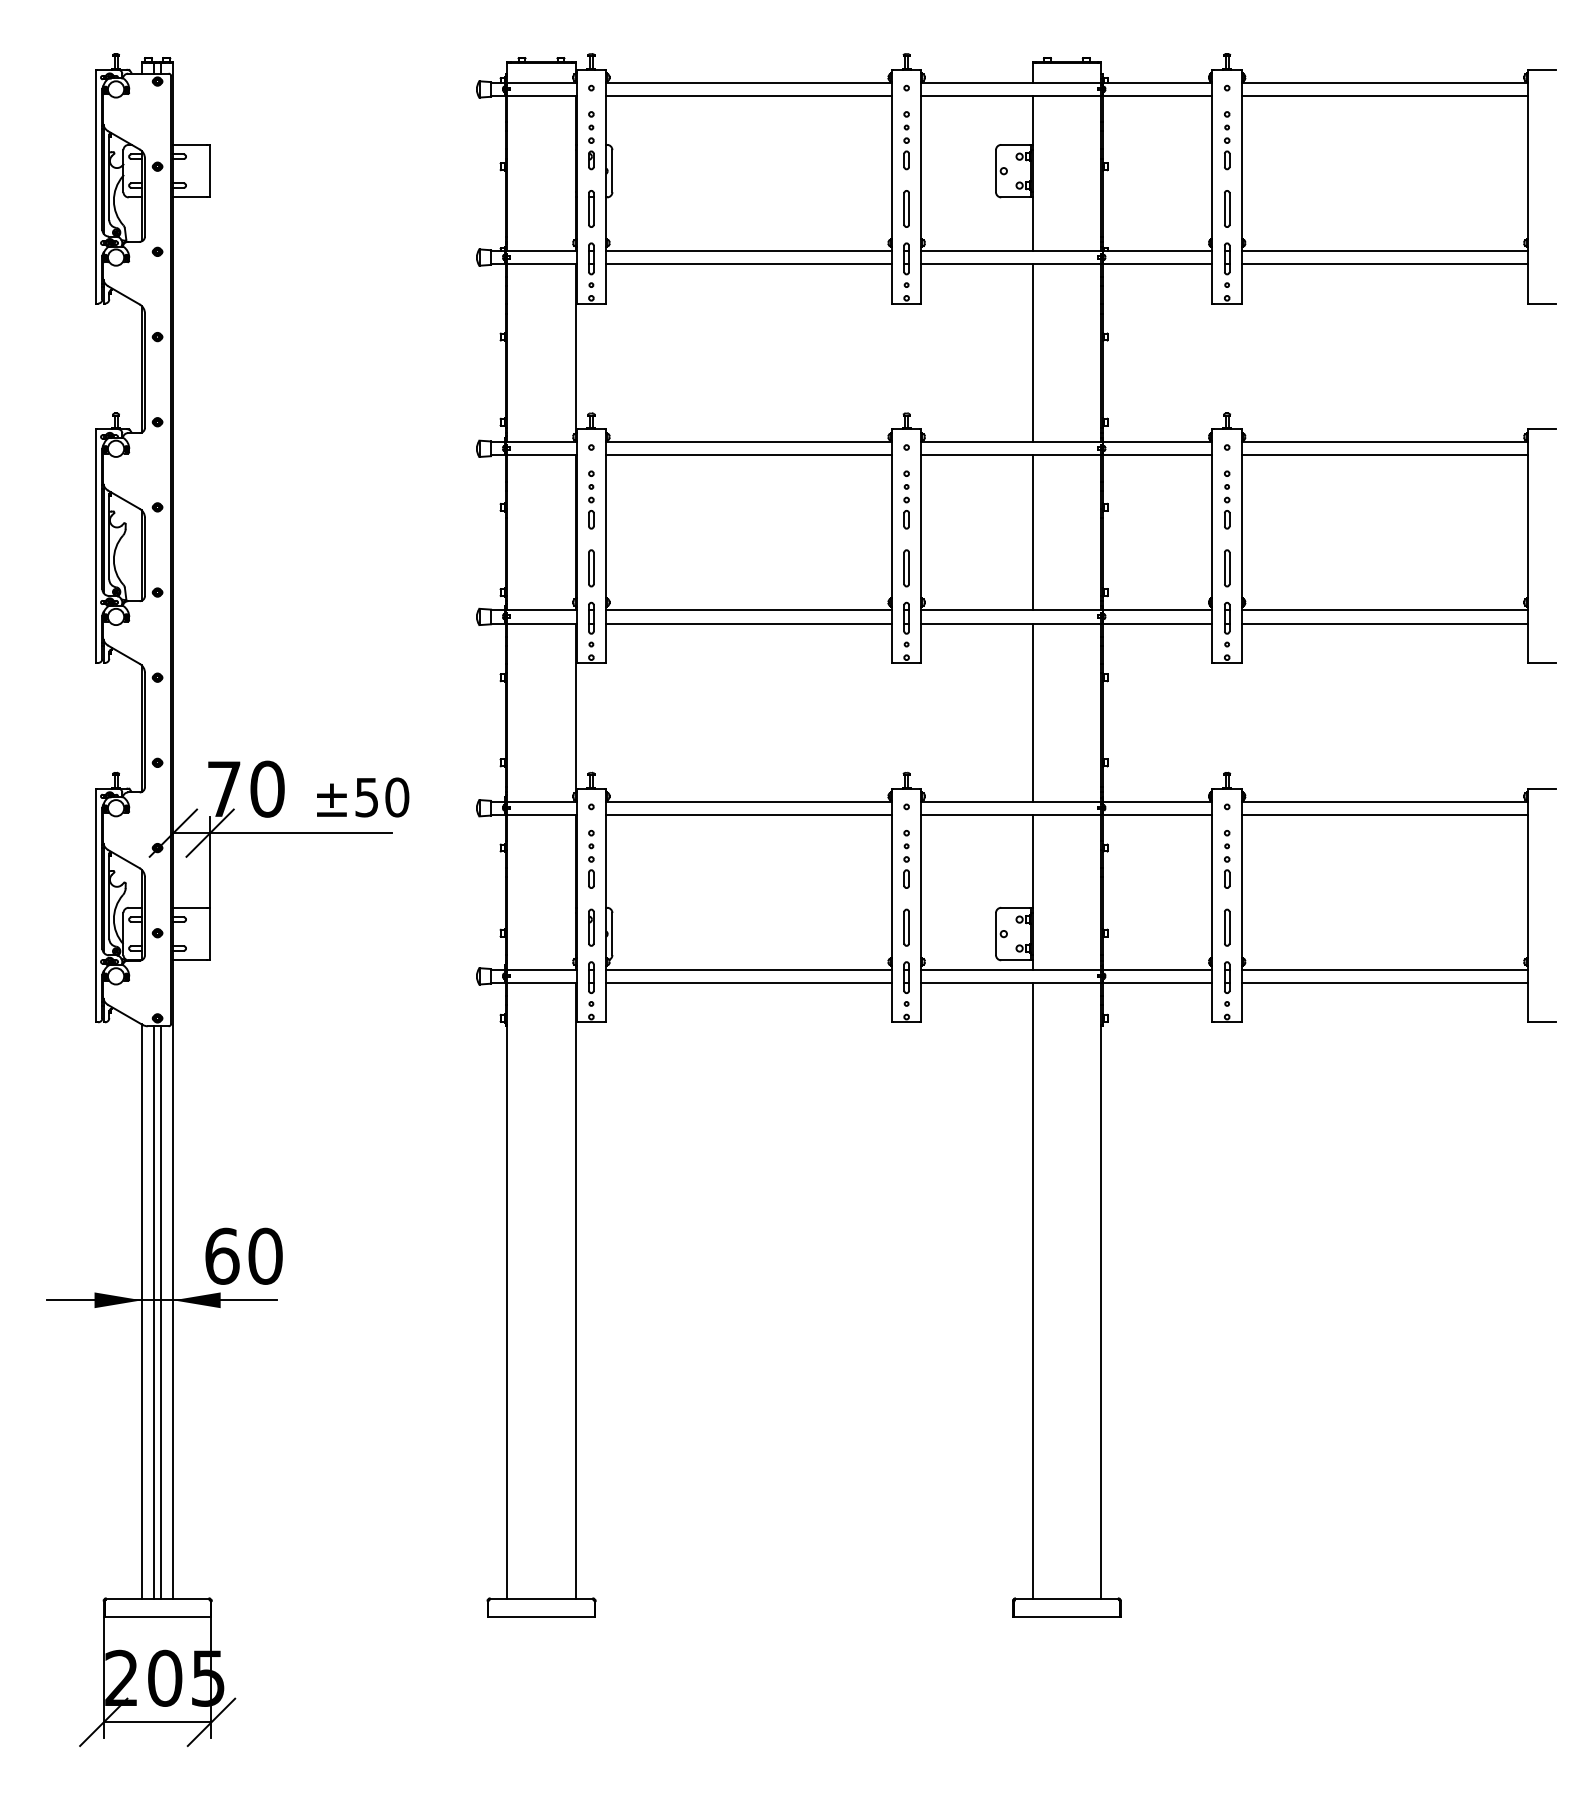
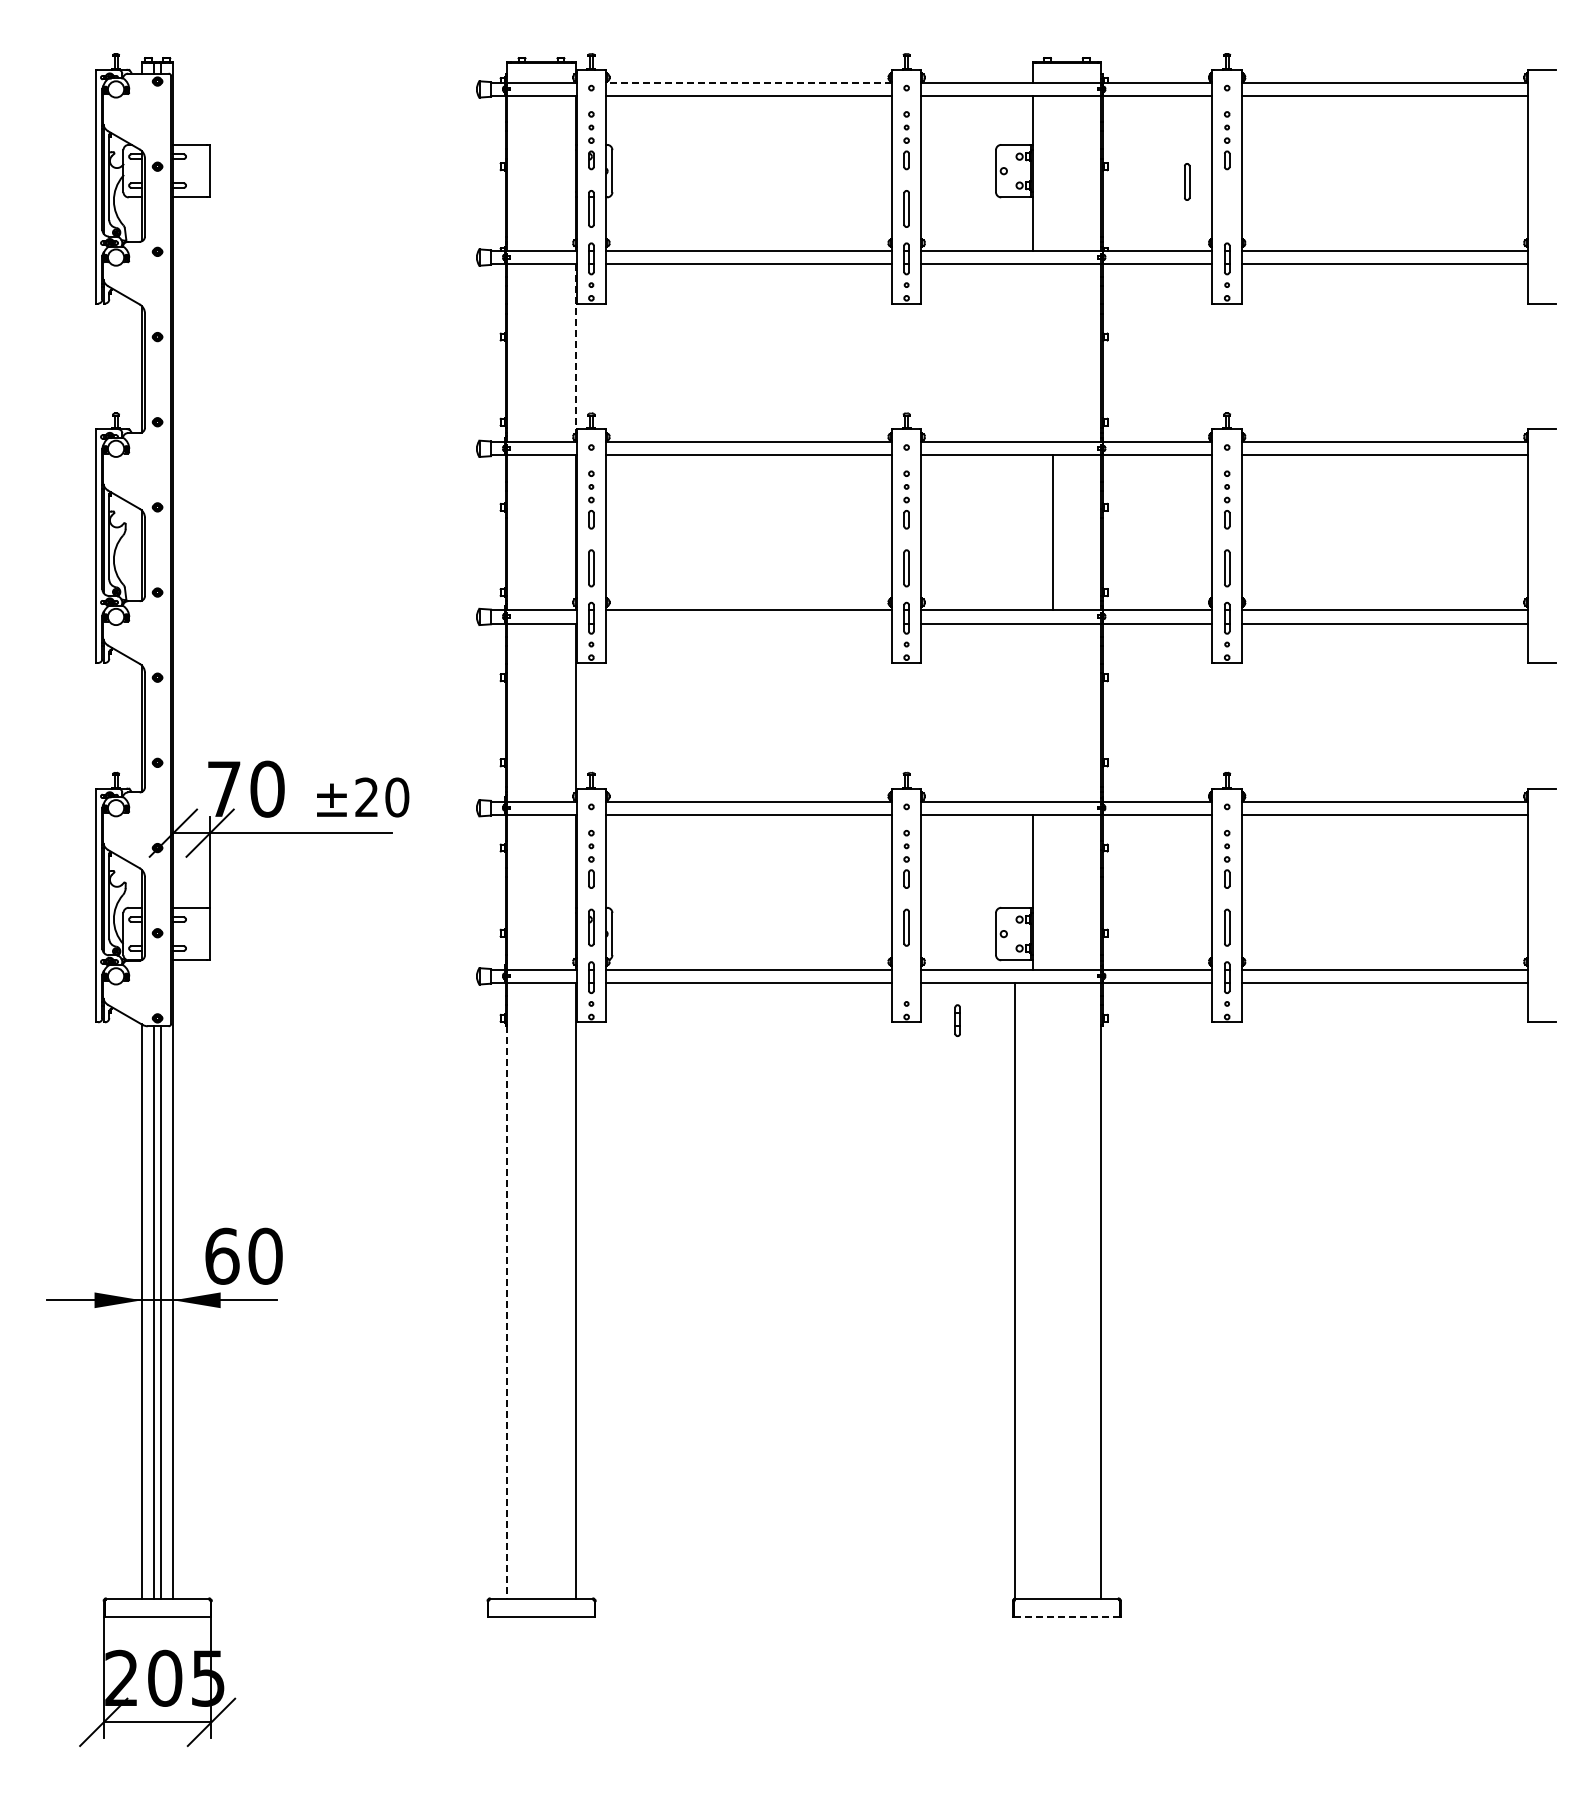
line at (749, 82): solid -> dashed
part at (1227, 208) position: (1227, 208) -> (1187, 181)
line at (575, 348): solid -> dashed
line at (1032, 353): present -> none
line at (1032, 532) position: (1032, 532) -> (1052, 532)
line at (748, 623): present -> none
line at (1032, 712): present -> none
text at (366, 797): ±50 -> ±20
part at (906, 977) position: (906, 977) -> (957, 1020)
line at (1032, 1290) position: (1032, 1290) -> (1014, 1290)
line at (507, 1312): solid -> dashed
line at (1067, 1617): solid -> dashed
